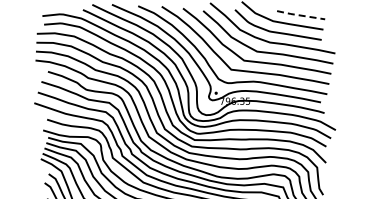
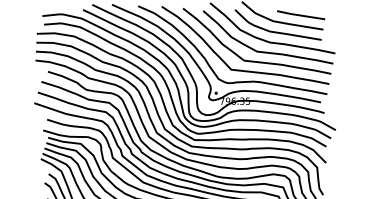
line at (300, 15): dashed -> solid
